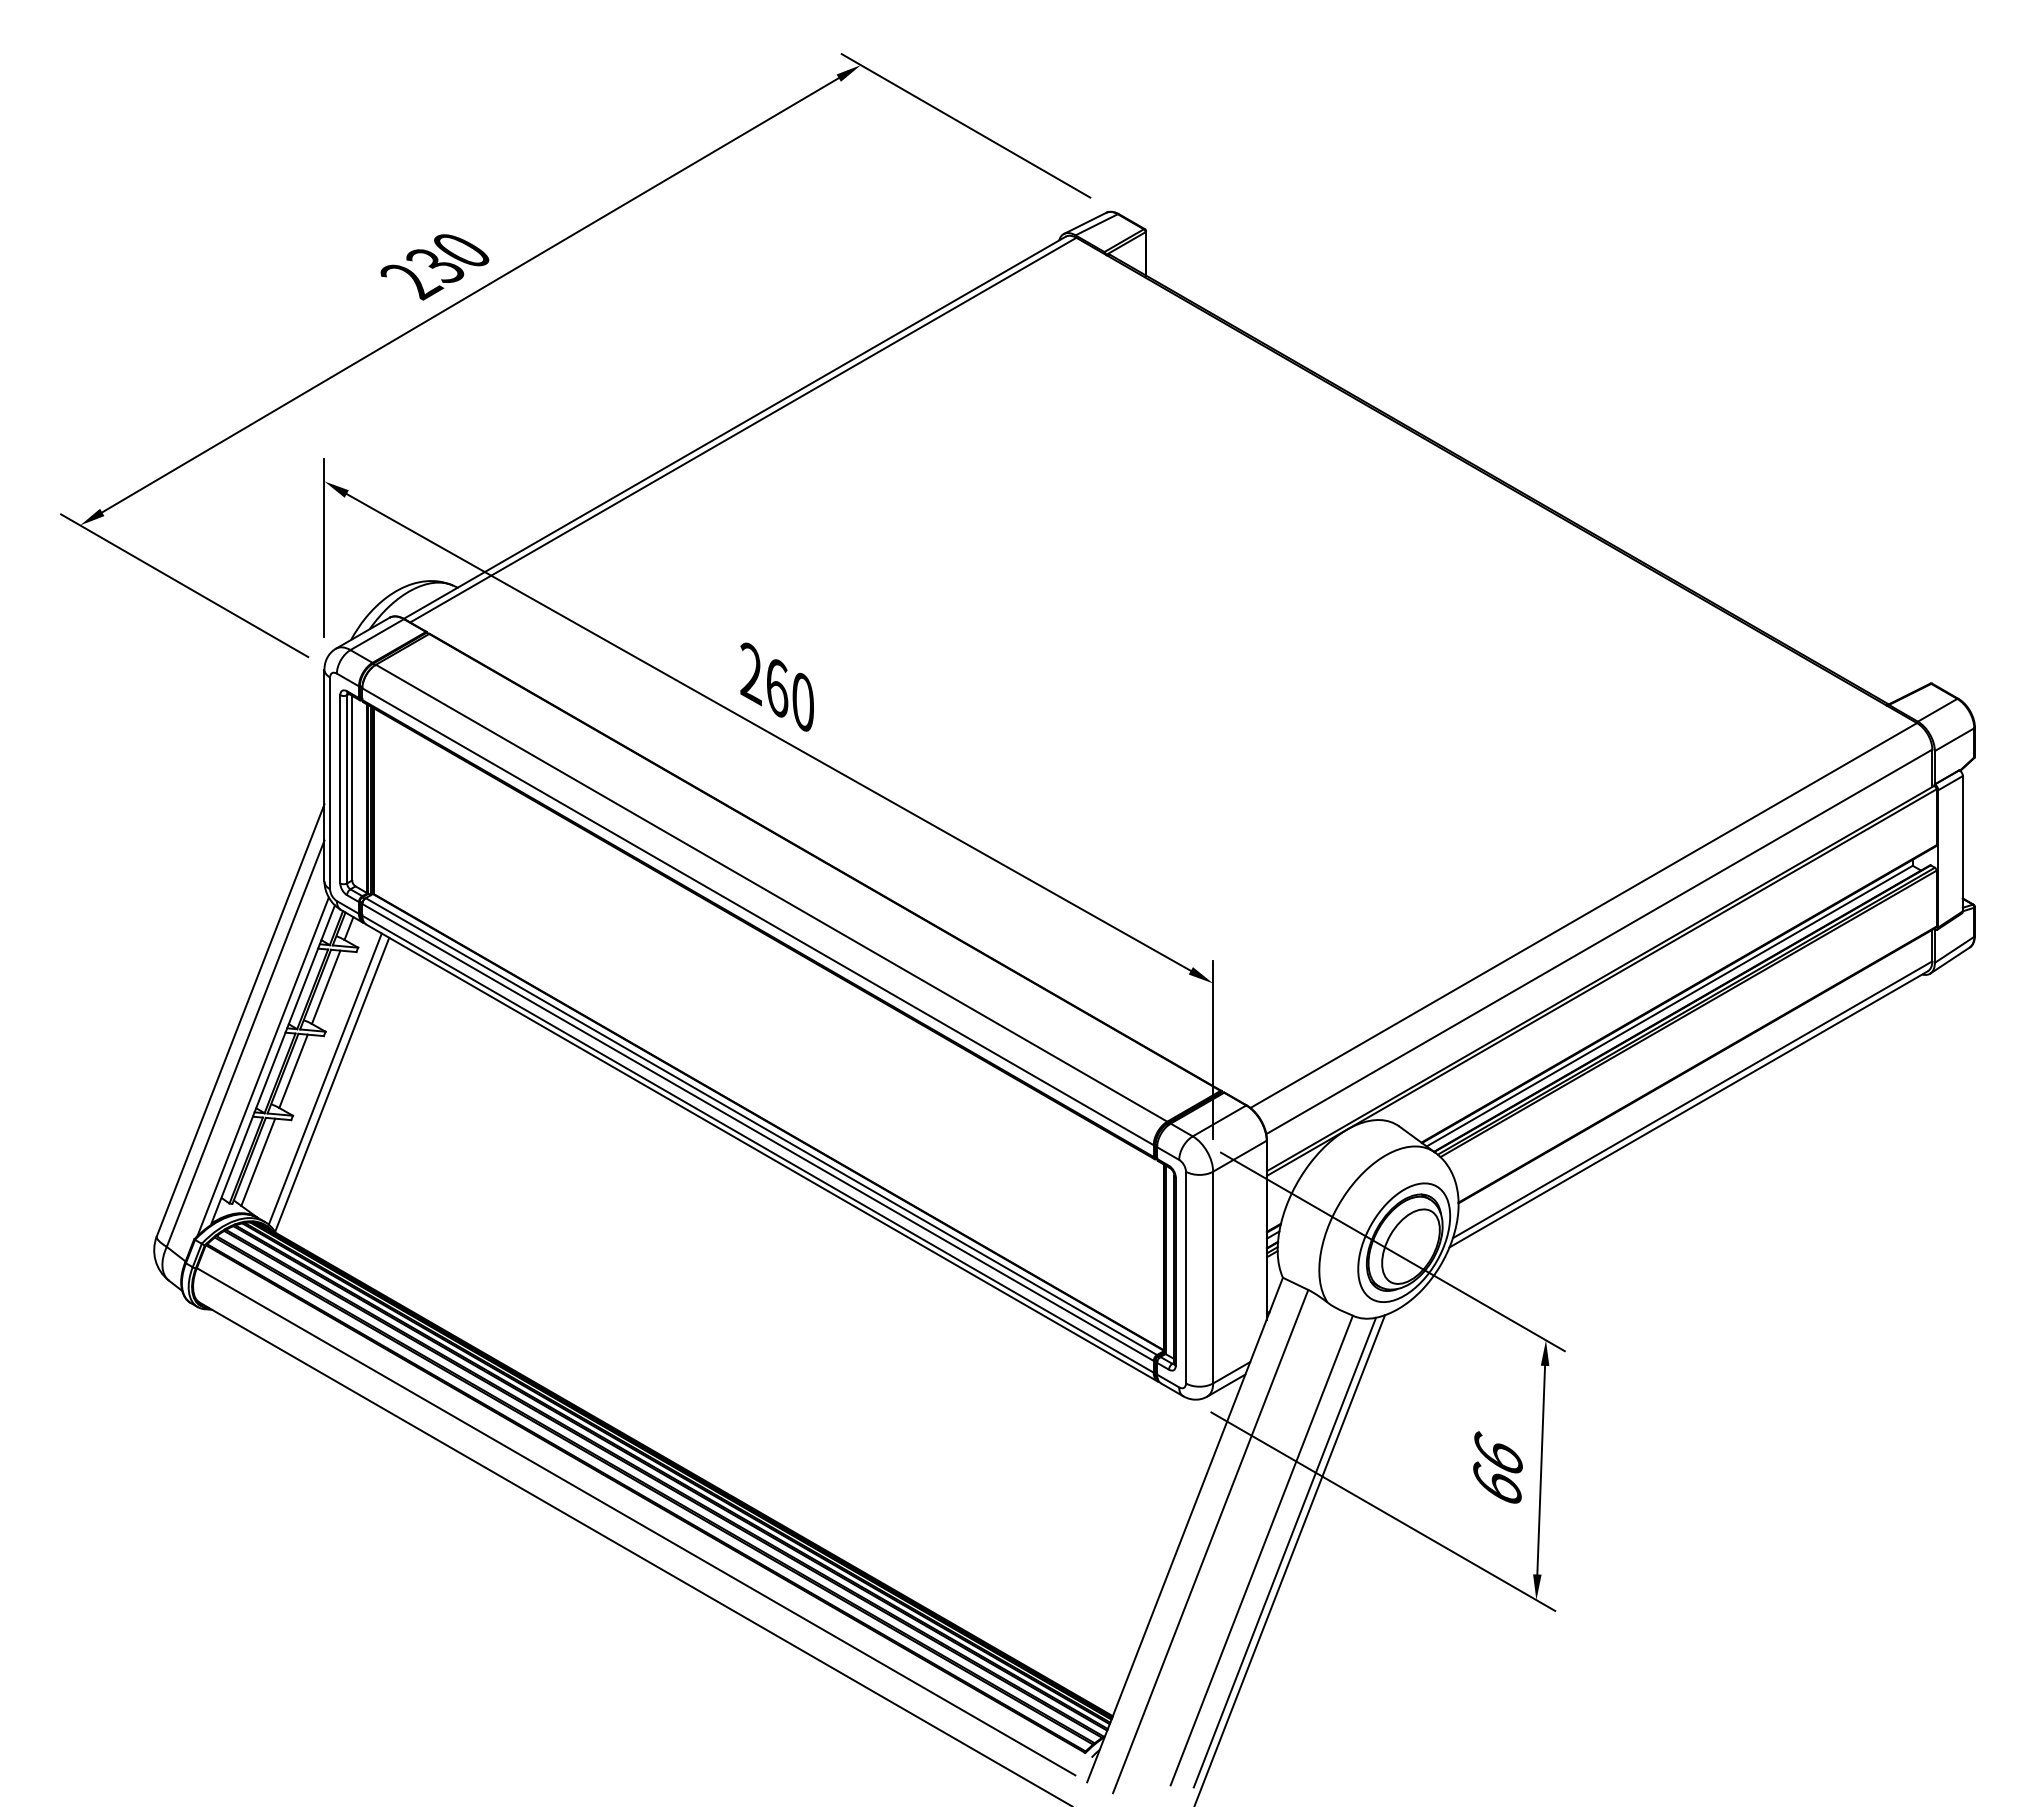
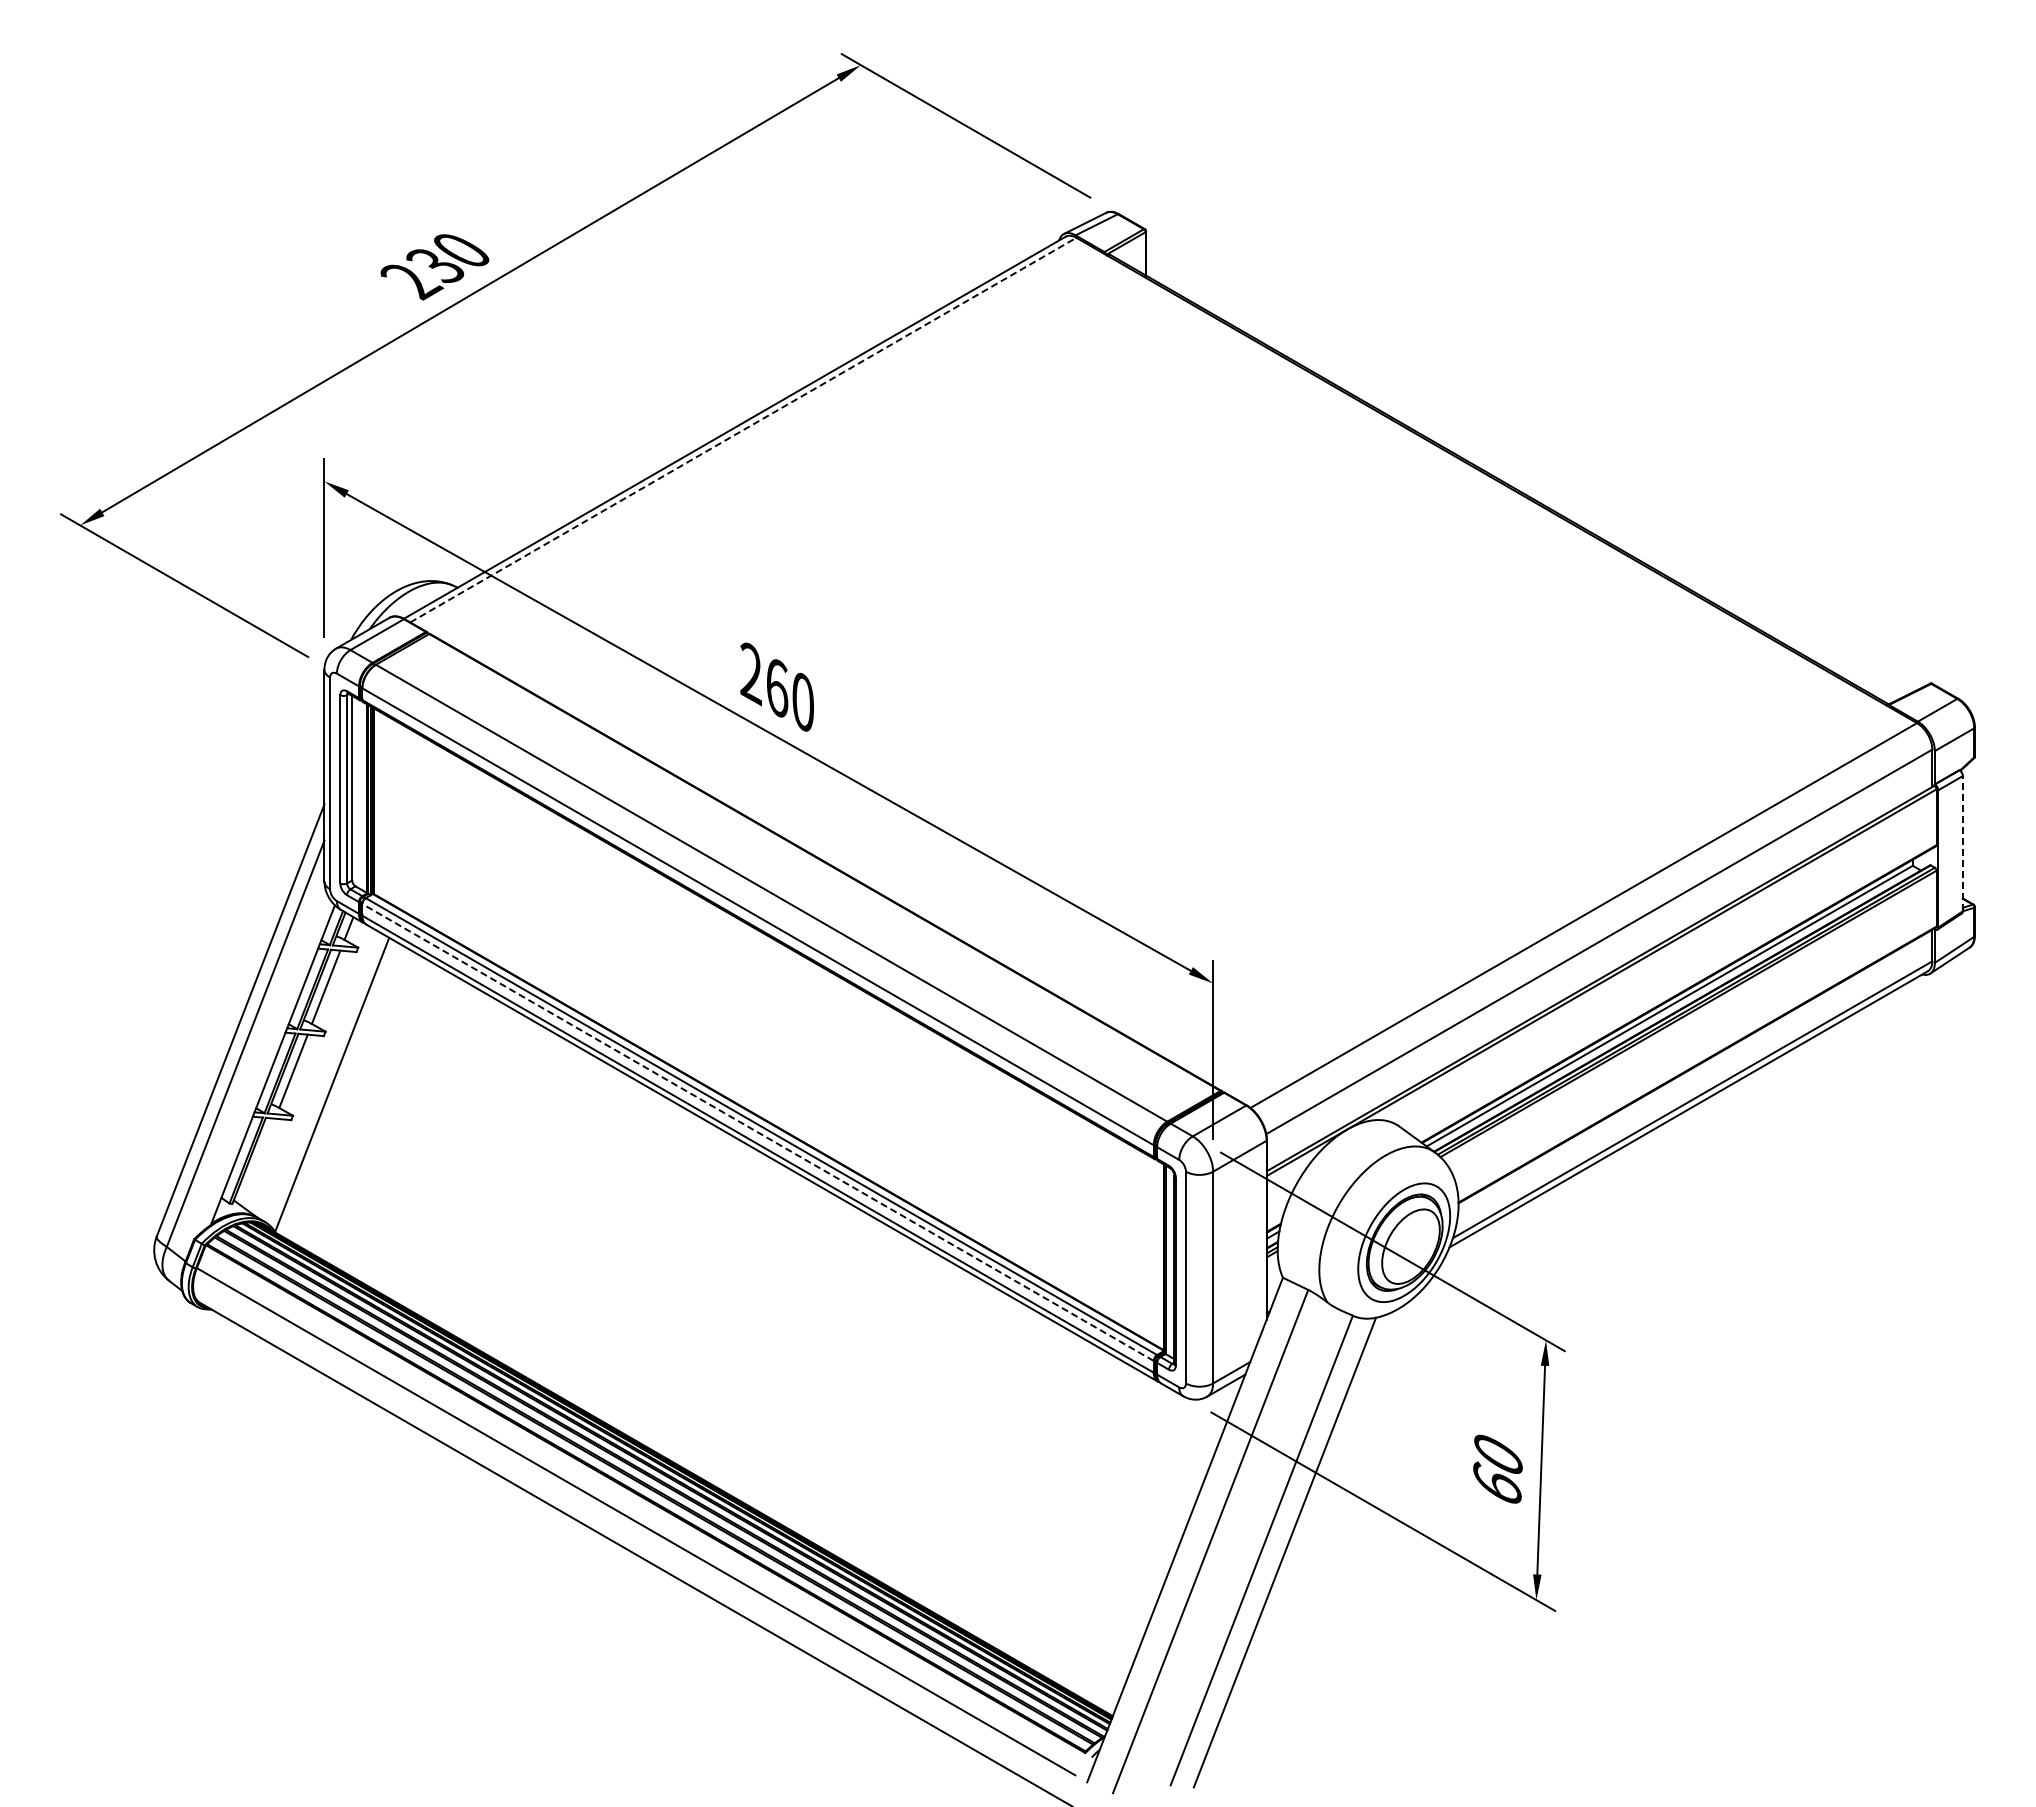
line at (743, 430): solid -> dashed
line at (1962, 843): solid -> dashed
line at (262, 1066): present -> none
line at (324, 1078): present -> none
line at (758, 1132): solid -> dashed
line at (258, 1161): present -> none
text at (1498, 1452): 66 -> 60
line at (1290, 1559): present -> none
